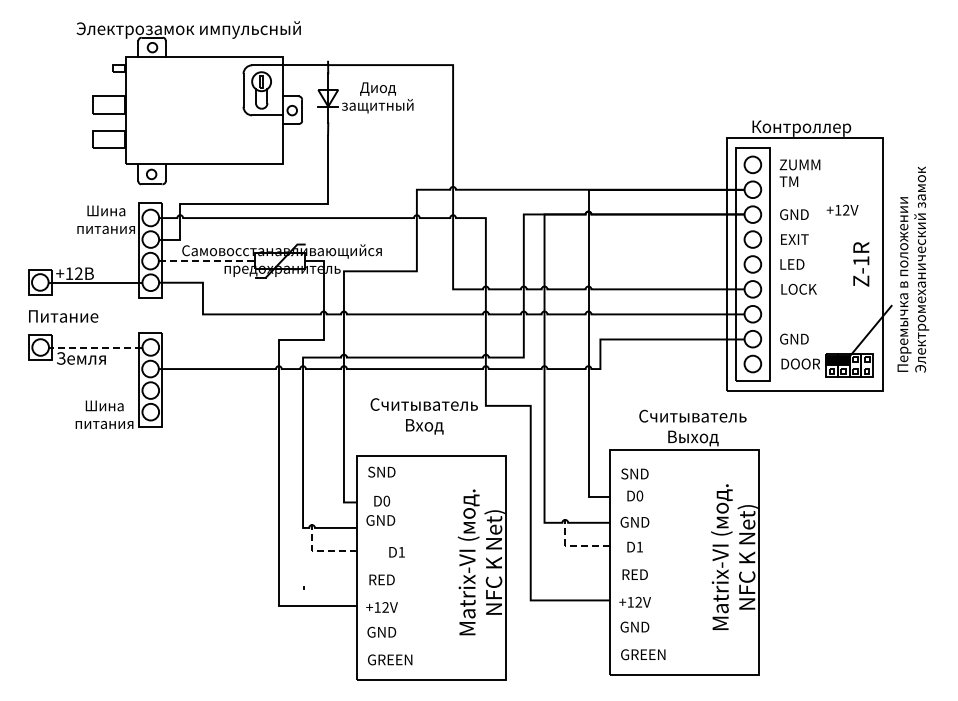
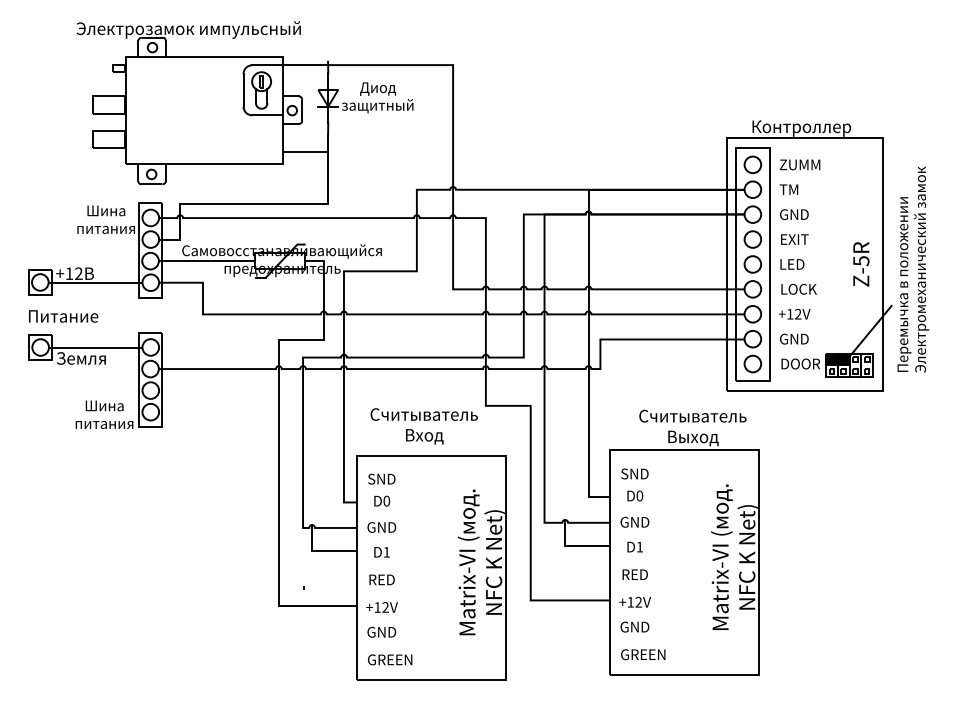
line at (305, 151): none -> present
text at (788, 181) position: (788, 181) -> (788, 189)
text at (842, 209) position: (842, 209) -> (794, 313)
line at (208, 261): dashed -> solid
text at (861, 261): Z-1R -> Z-5R
line at (95, 347): dashed -> solid
text at (423, 416) position: (423, 416) -> (423, 426)
text at (381, 471) position: (381, 471) -> (381, 478)
text at (380, 520) position: (380, 520) -> (381, 527)
line at (573, 545): dashed -> solid
line at (320, 550): dashed -> solid
text at (396, 552) position: (396, 552) -> (381, 552)
